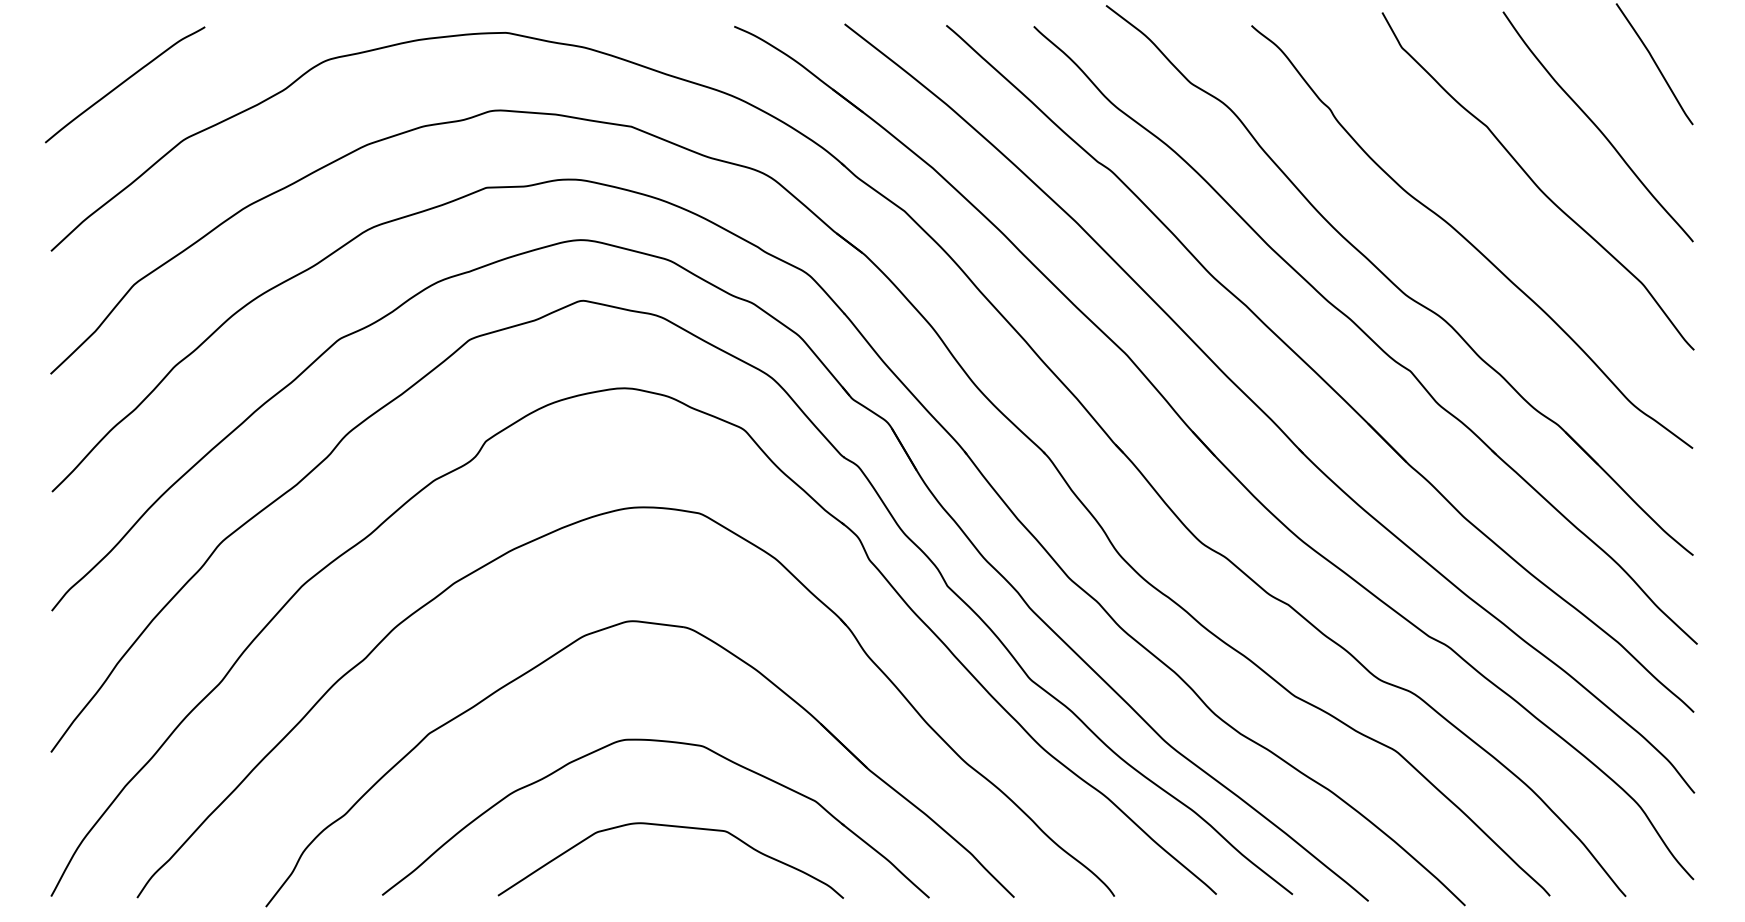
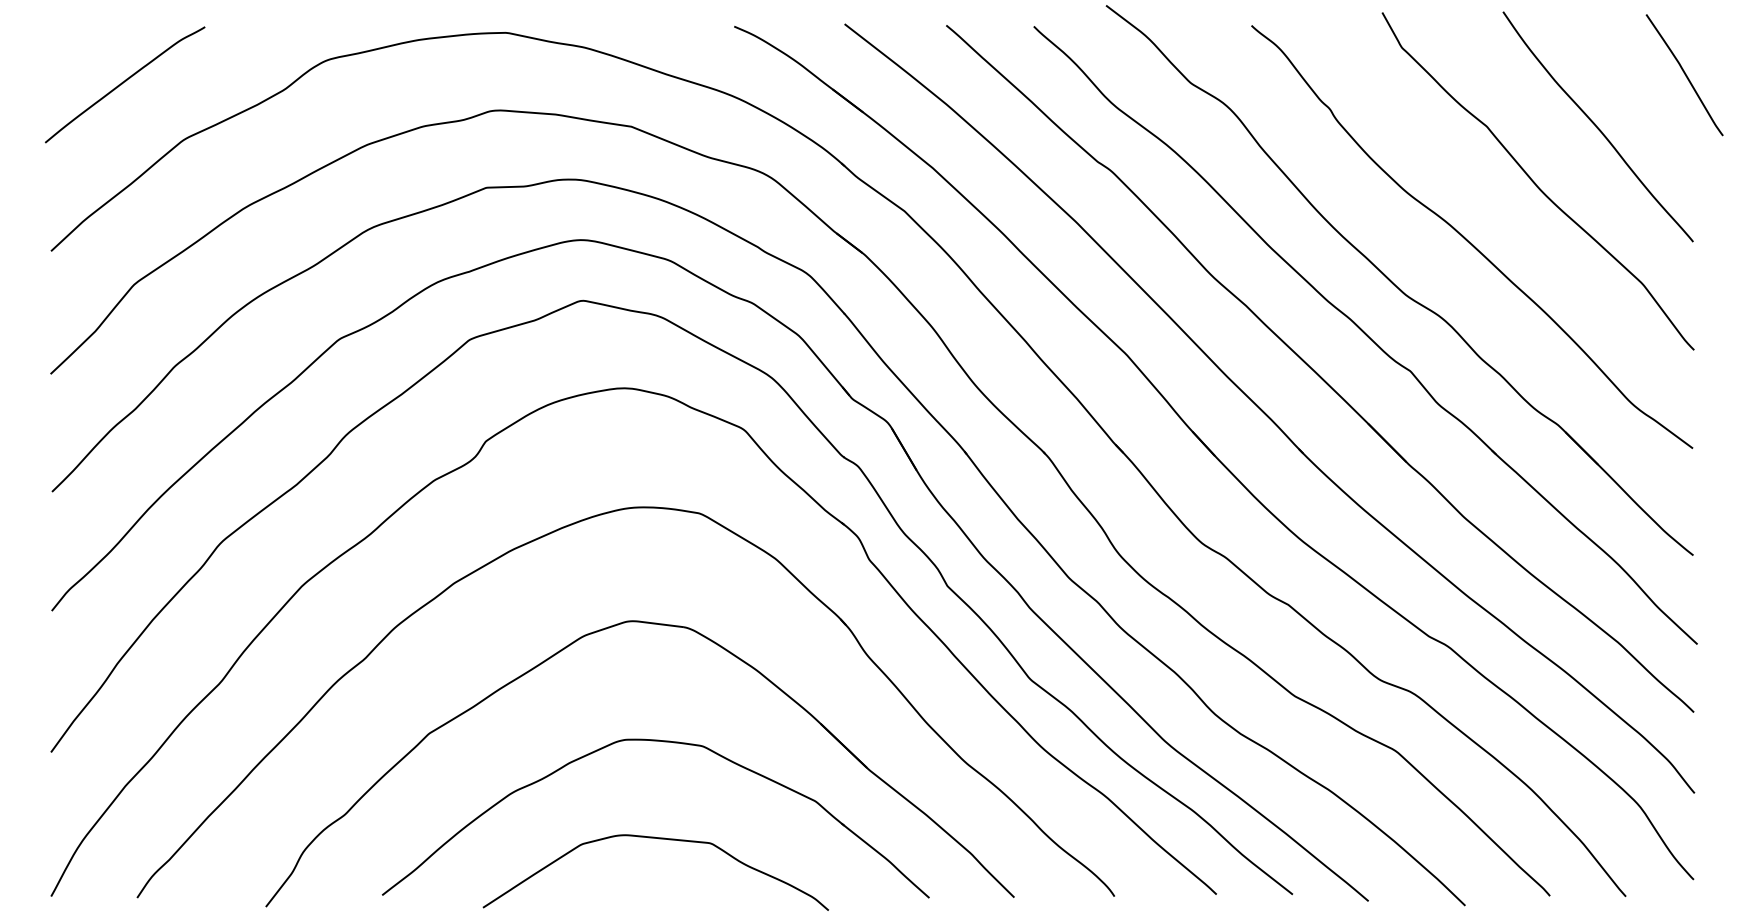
curve at (1654, 63) position: (1654, 63) -> (1684, 74)
curve at (673, 827) position: (673, 827) -> (658, 839)
